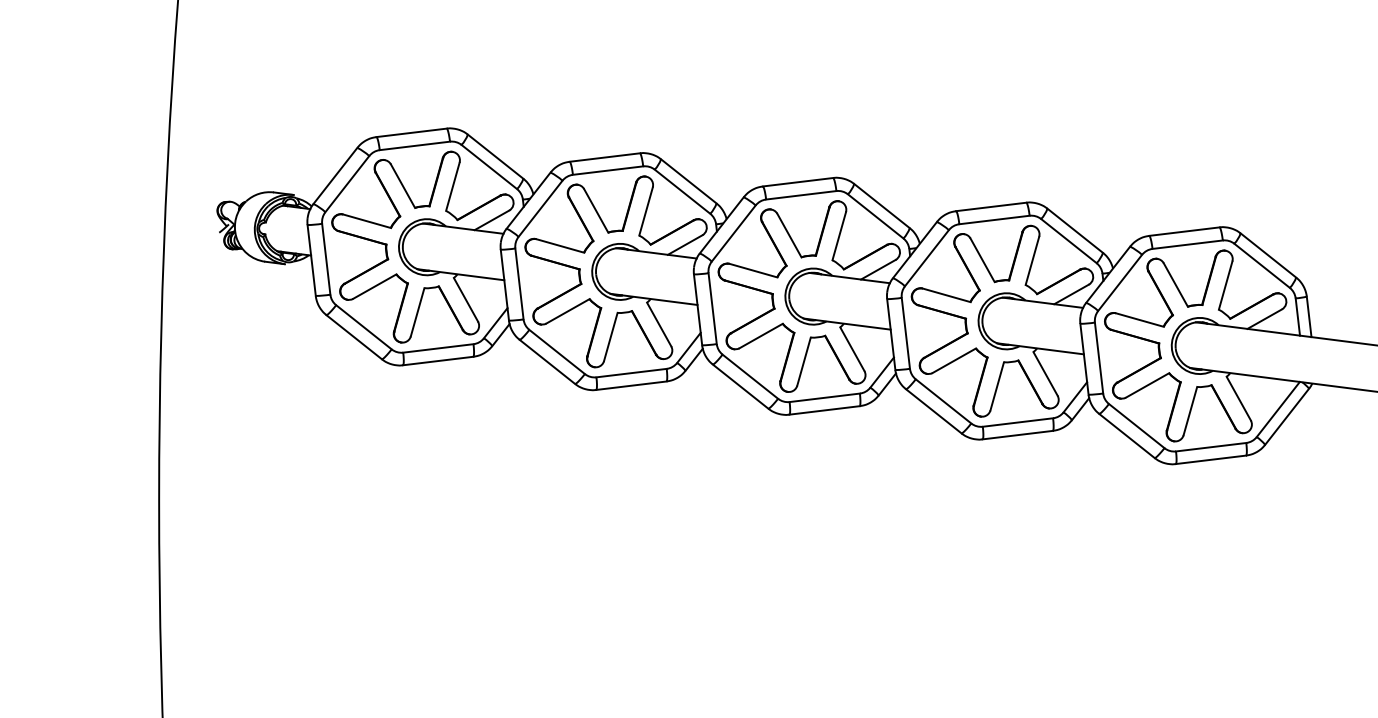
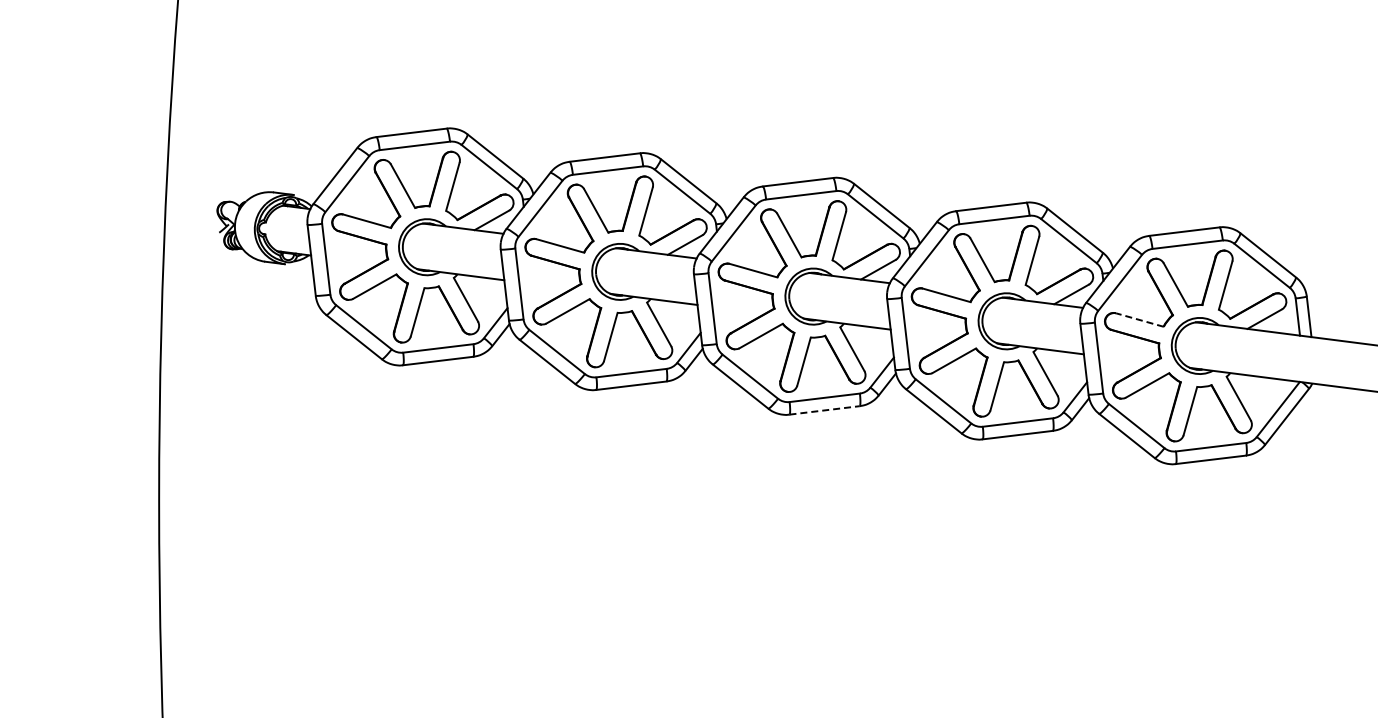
line at (1140, 320): solid -> dashed
line at (825, 410): solid -> dashed
